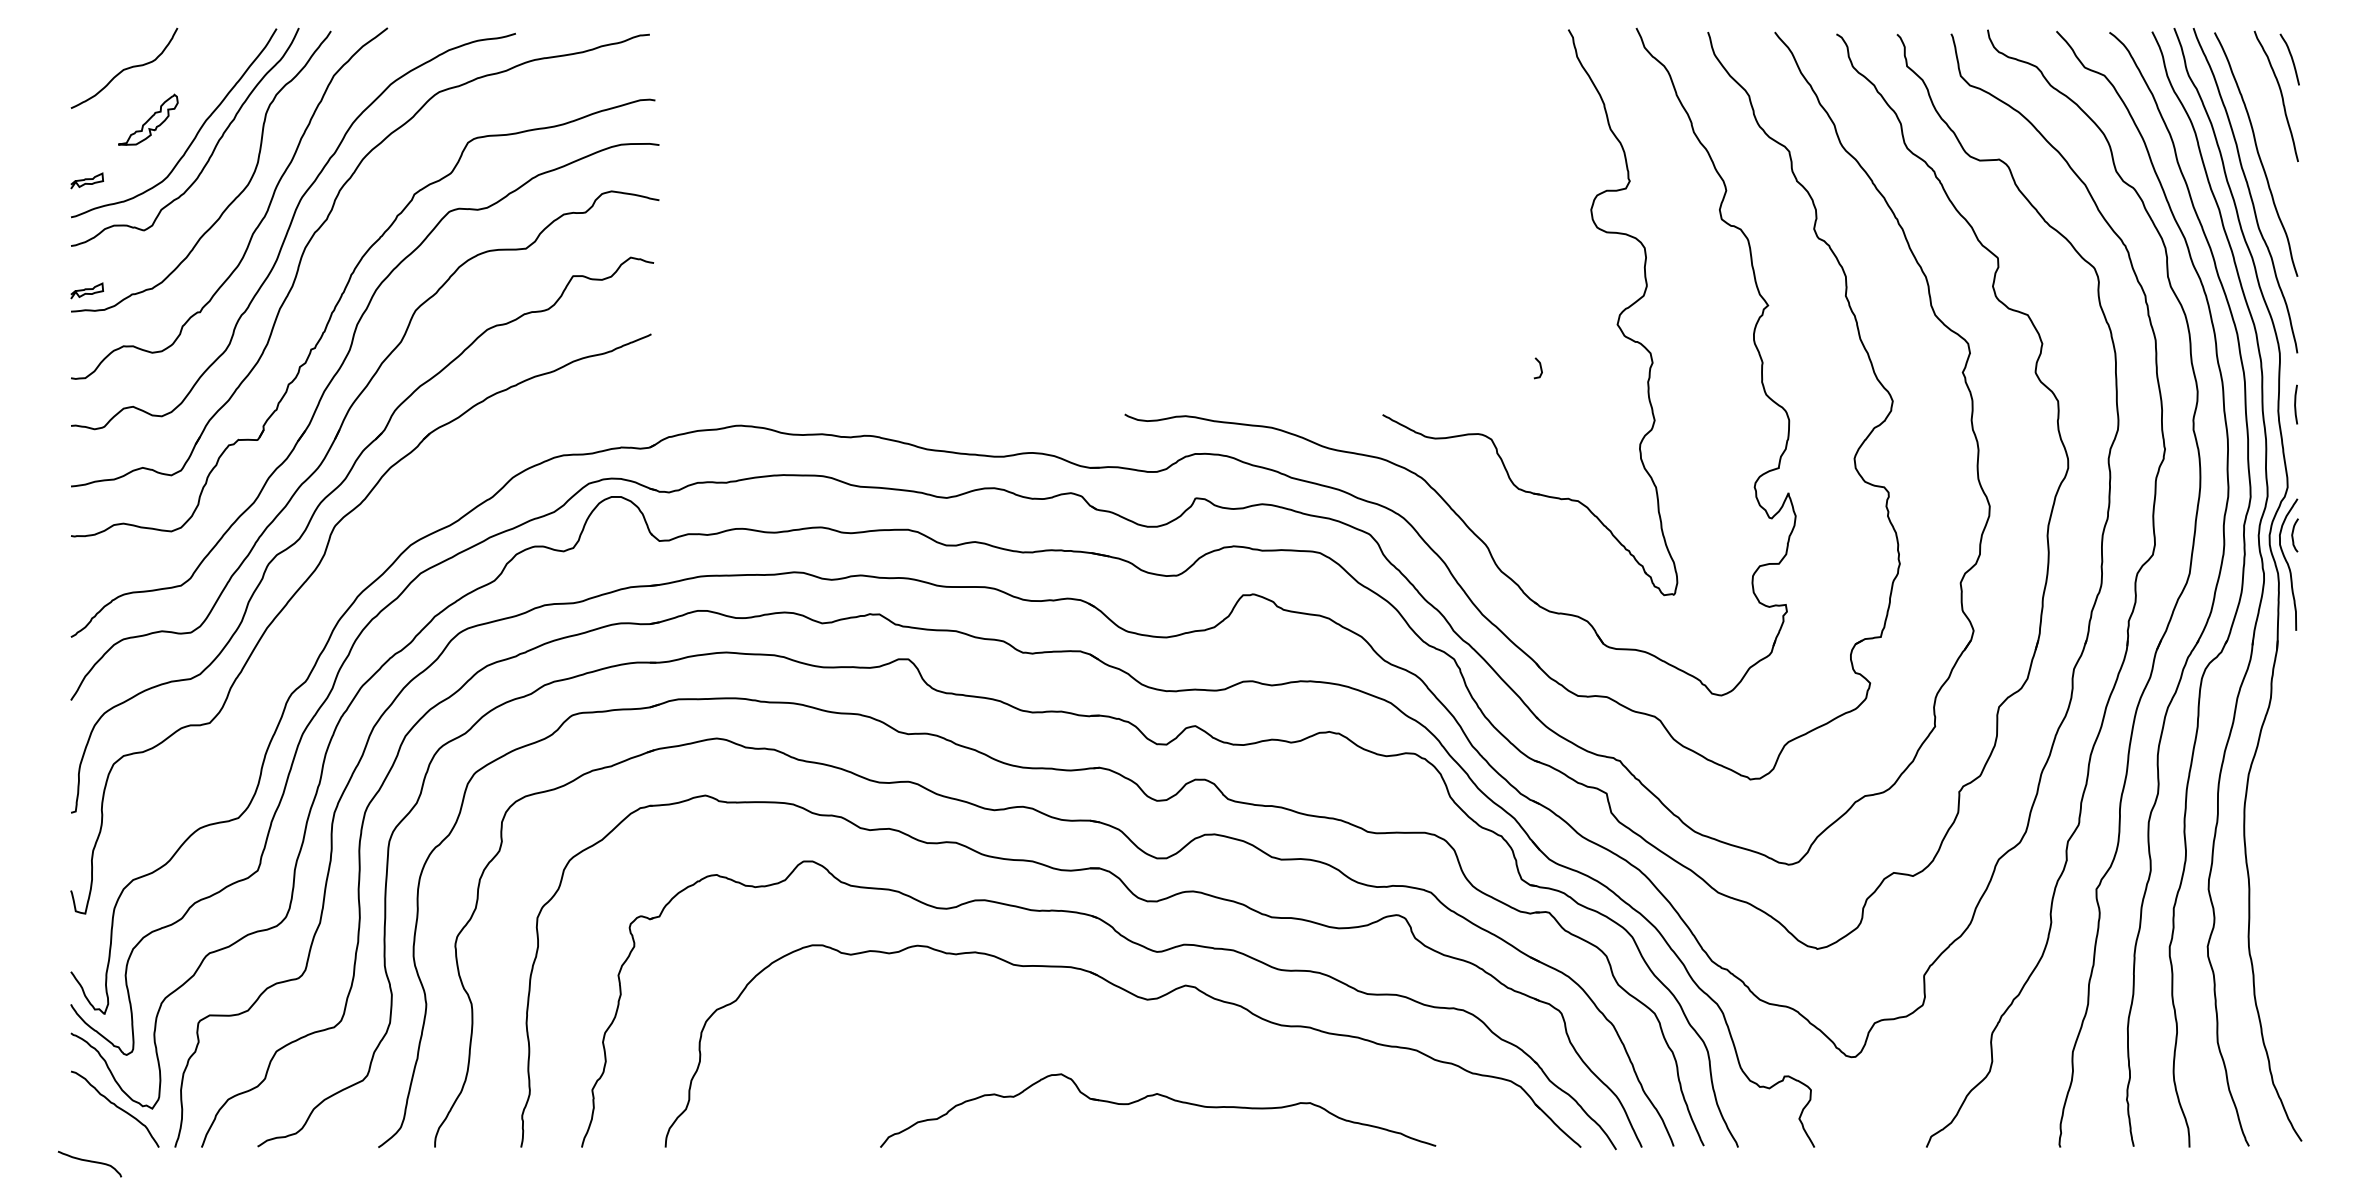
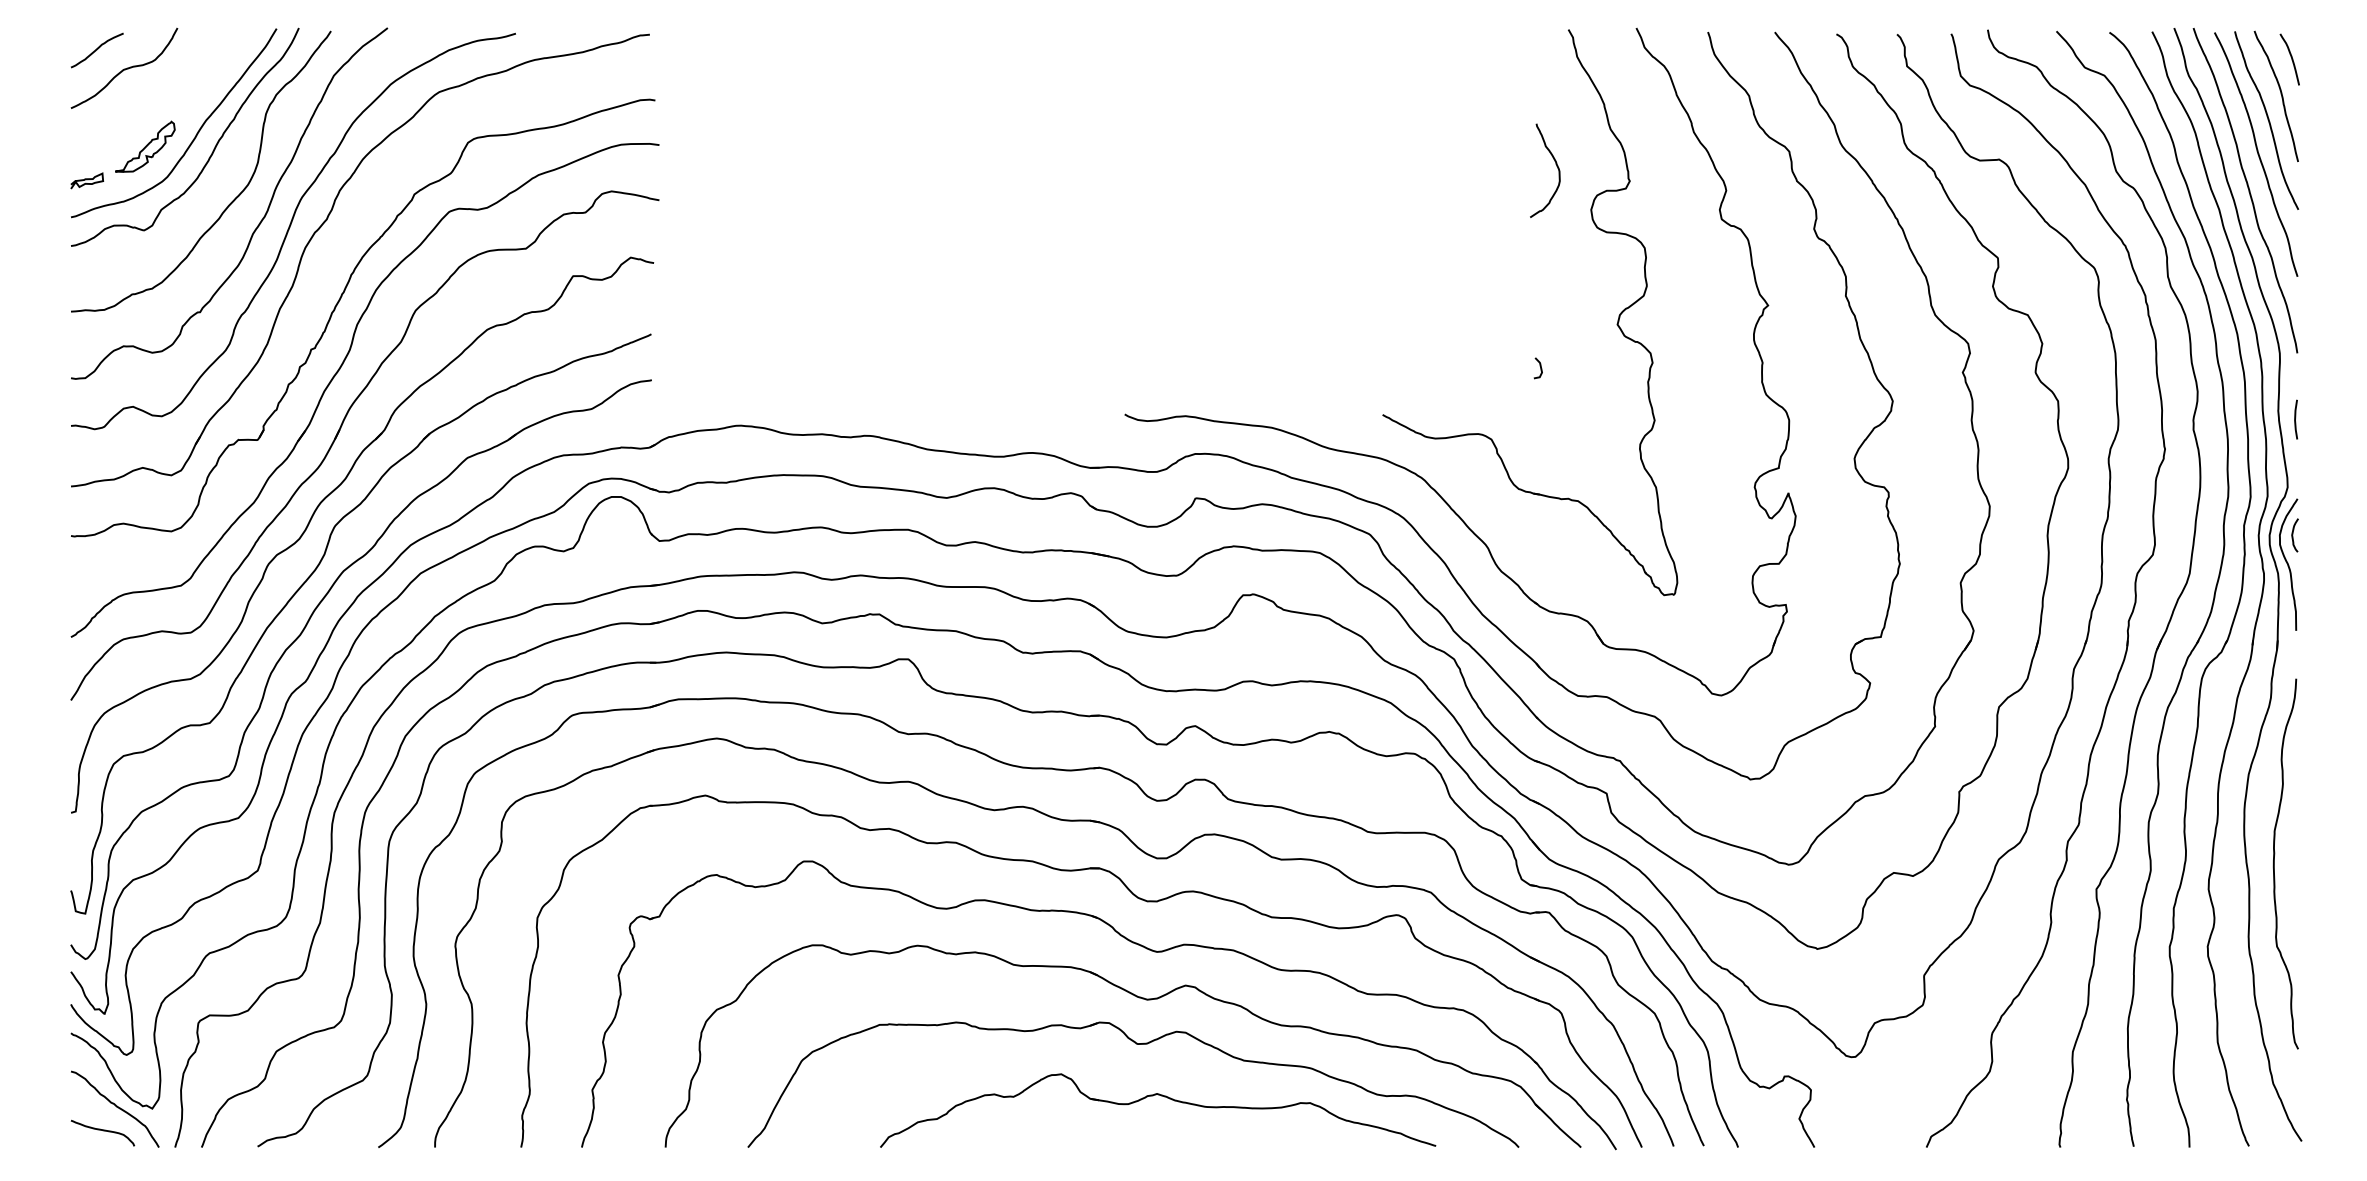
curve at (96, 50): none -> present
part at (148, 119) position: (148, 119) -> (145, 146)
curve at (2267, 120): none -> present
curve at (1555, 164): none -> present
curve at (87, 290): present -> none
line at (2295, 404) position: (2295, 404) -> (2295, 419)
part at (304, 630): none -> present
curve at (2274, 863): none -> present
part at (1136, 1044): none -> present
curve at (90, 1162) position: (90, 1162) -> (103, 1131)
